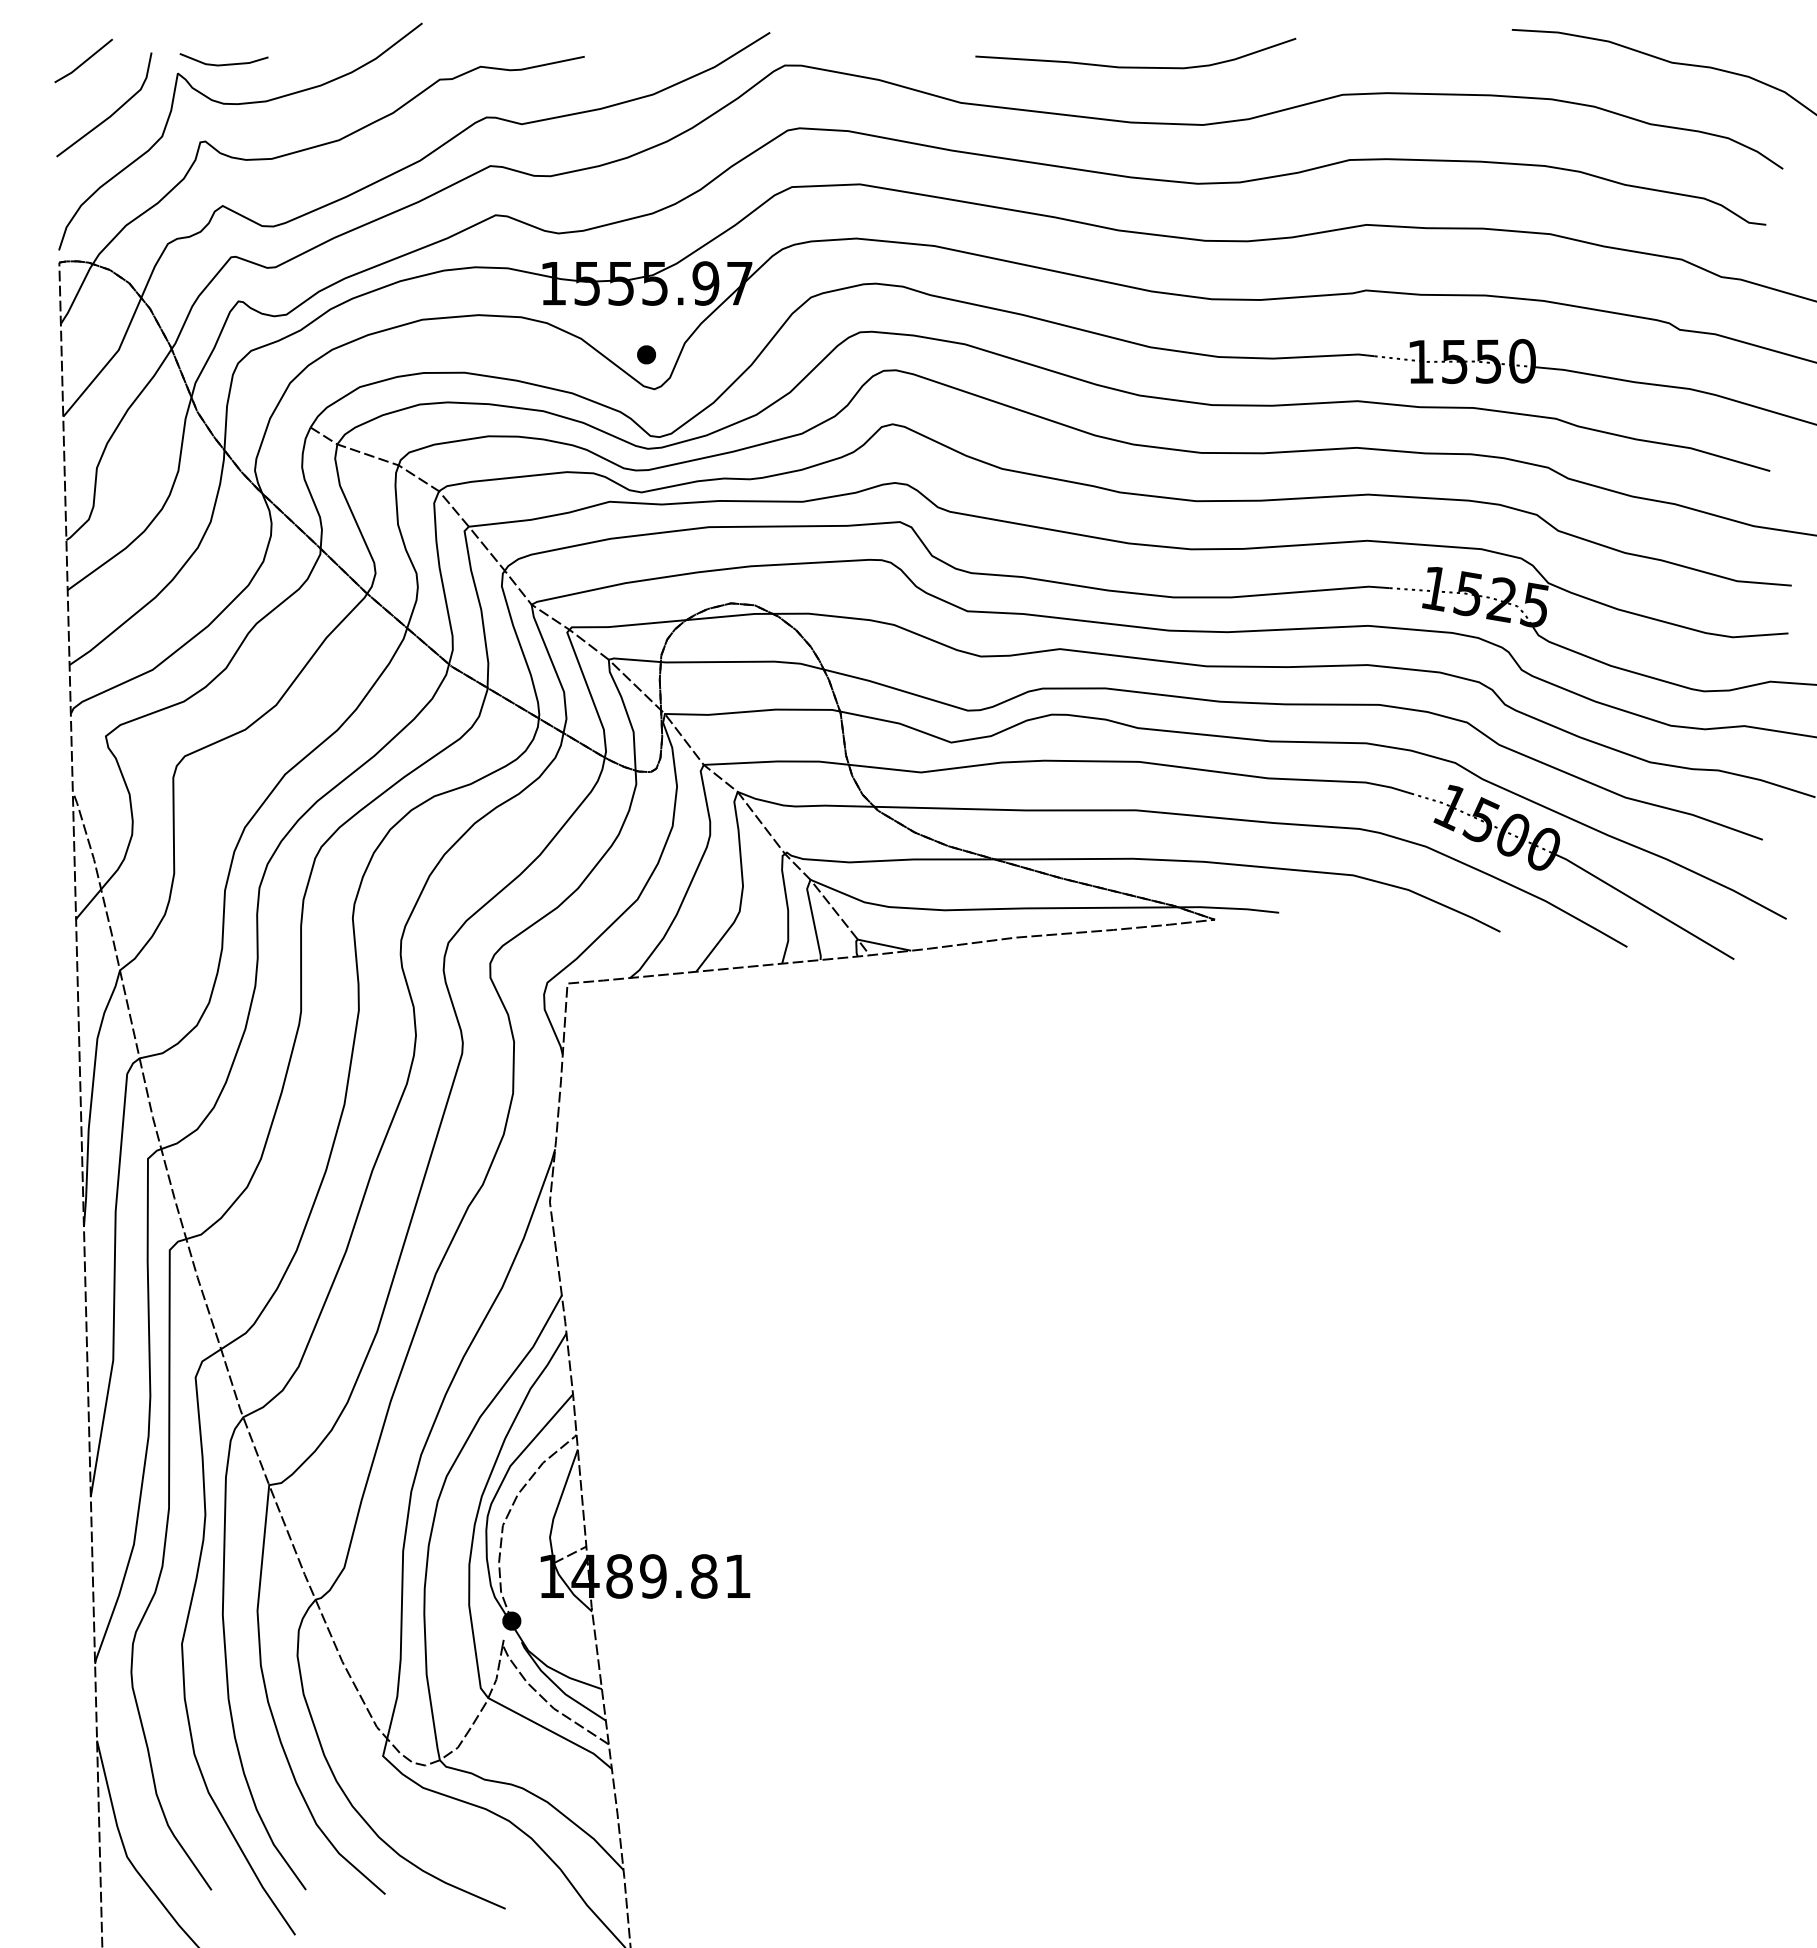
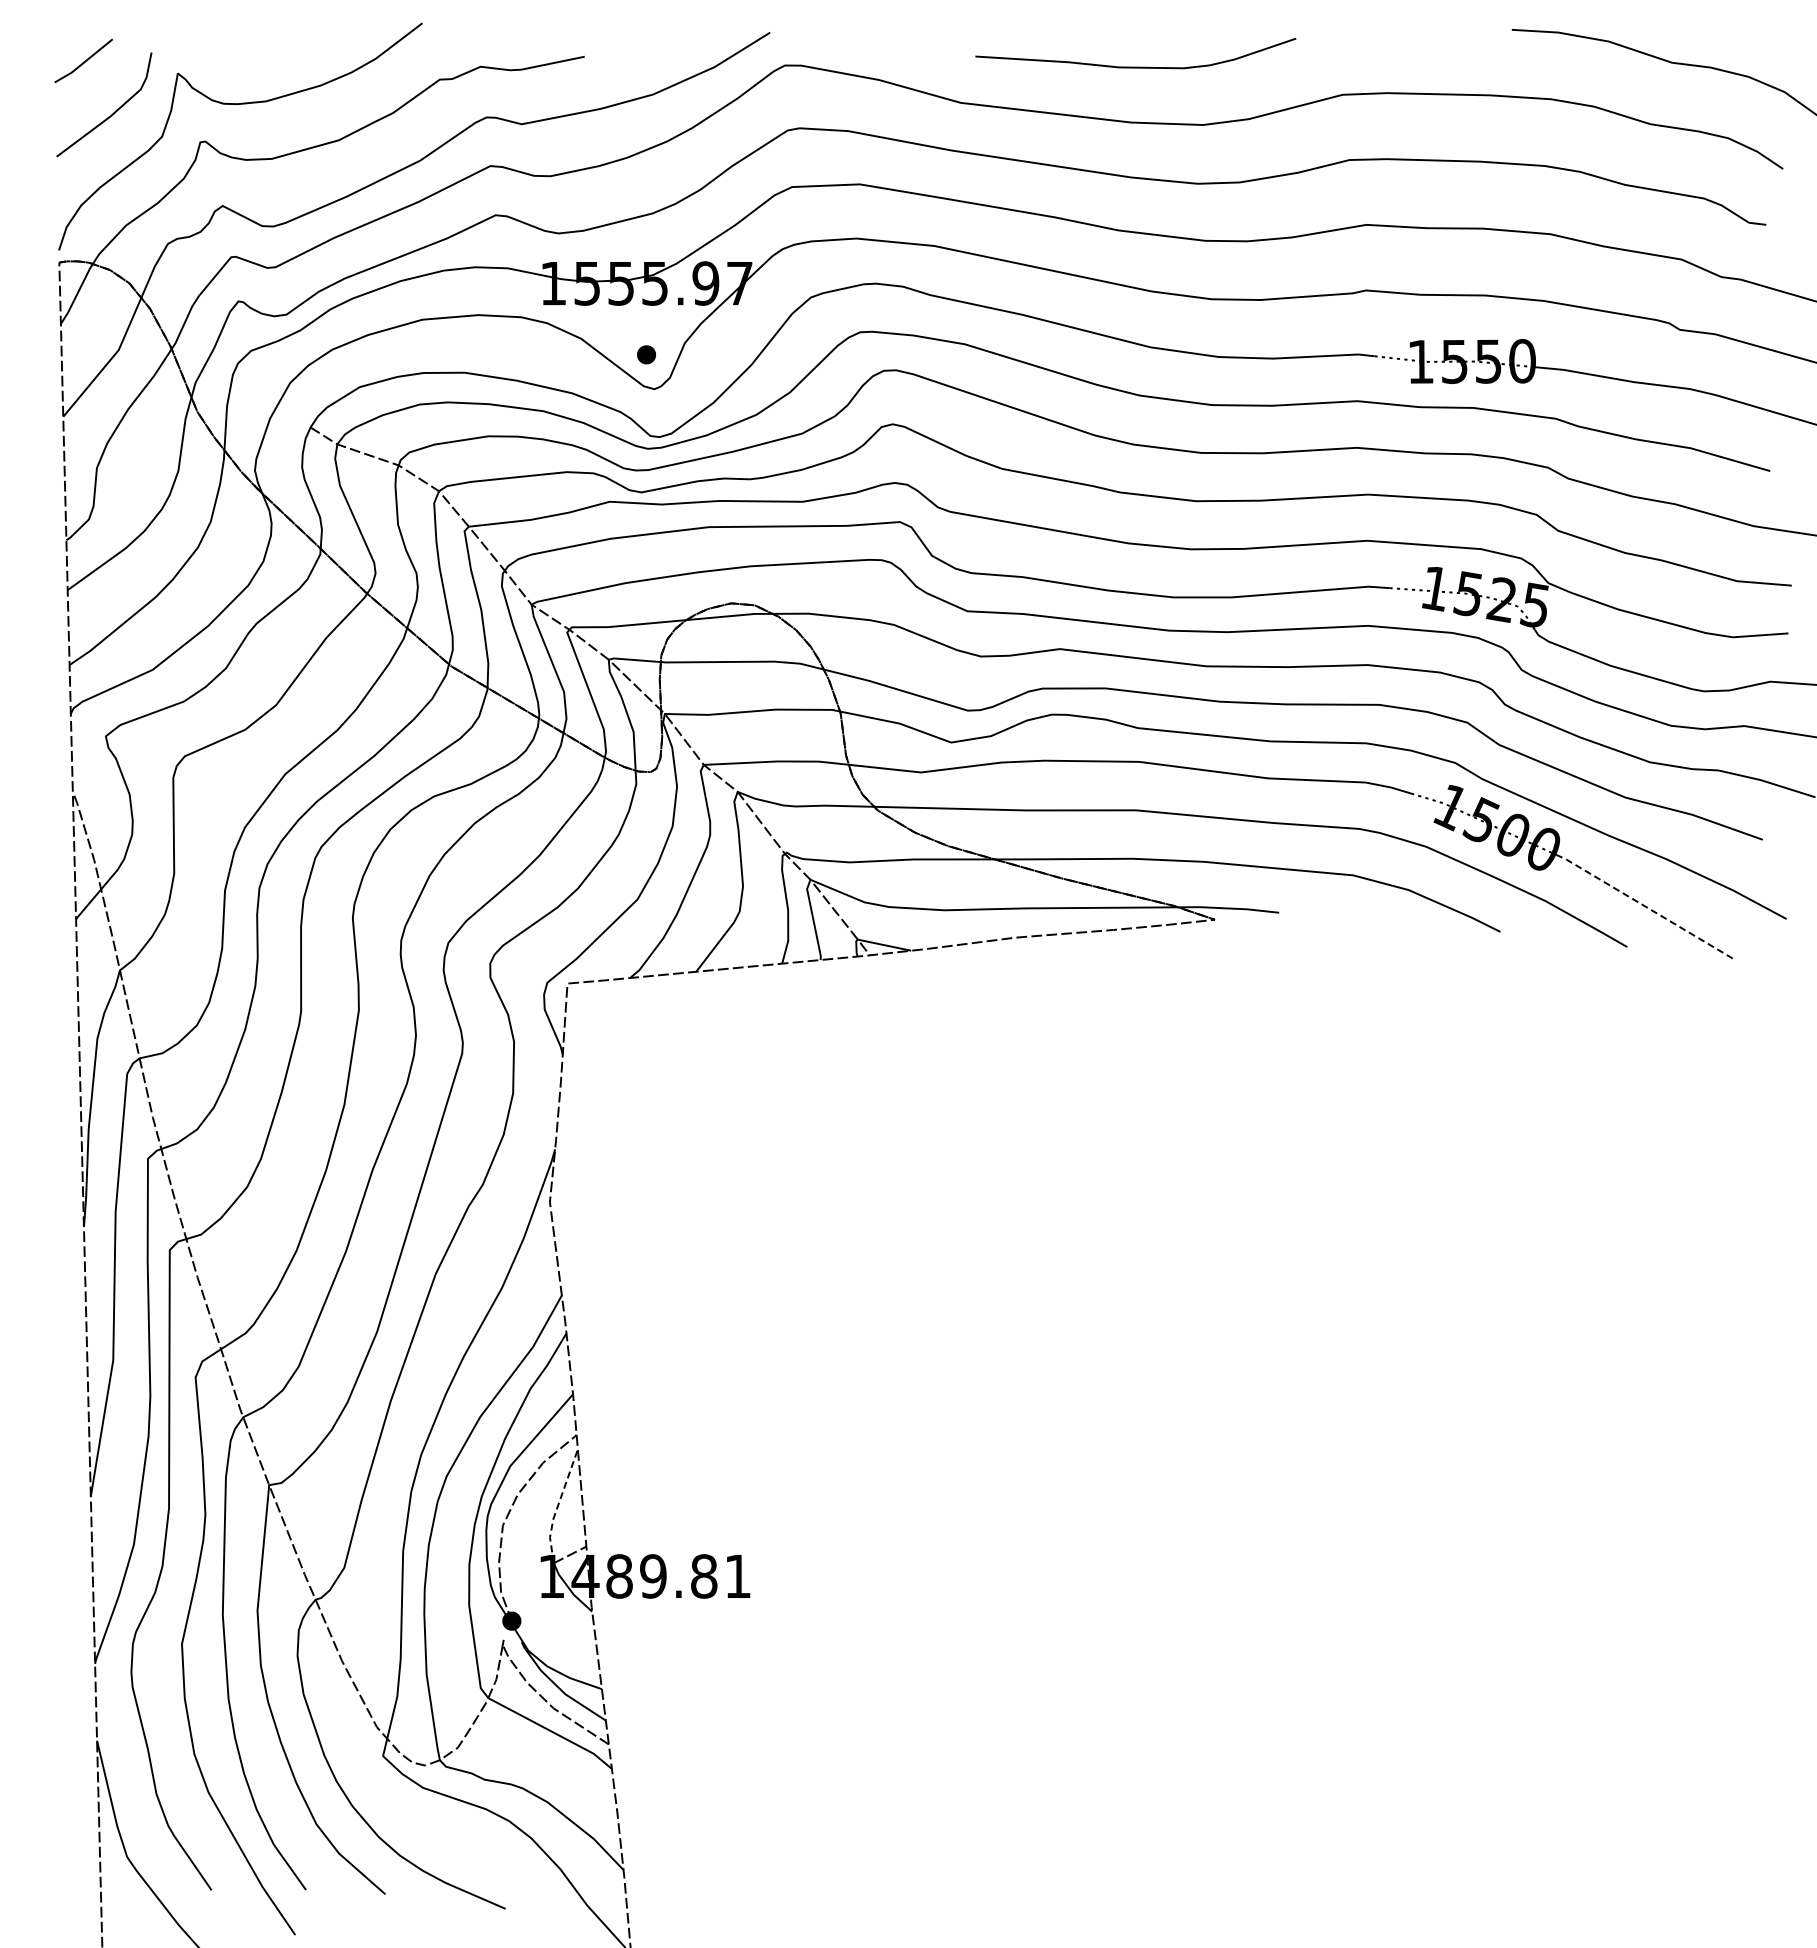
line at (226, 63): present -> none
line at (1645, 906): solid -> dashed
line at (558, 1505): solid -> dashed
